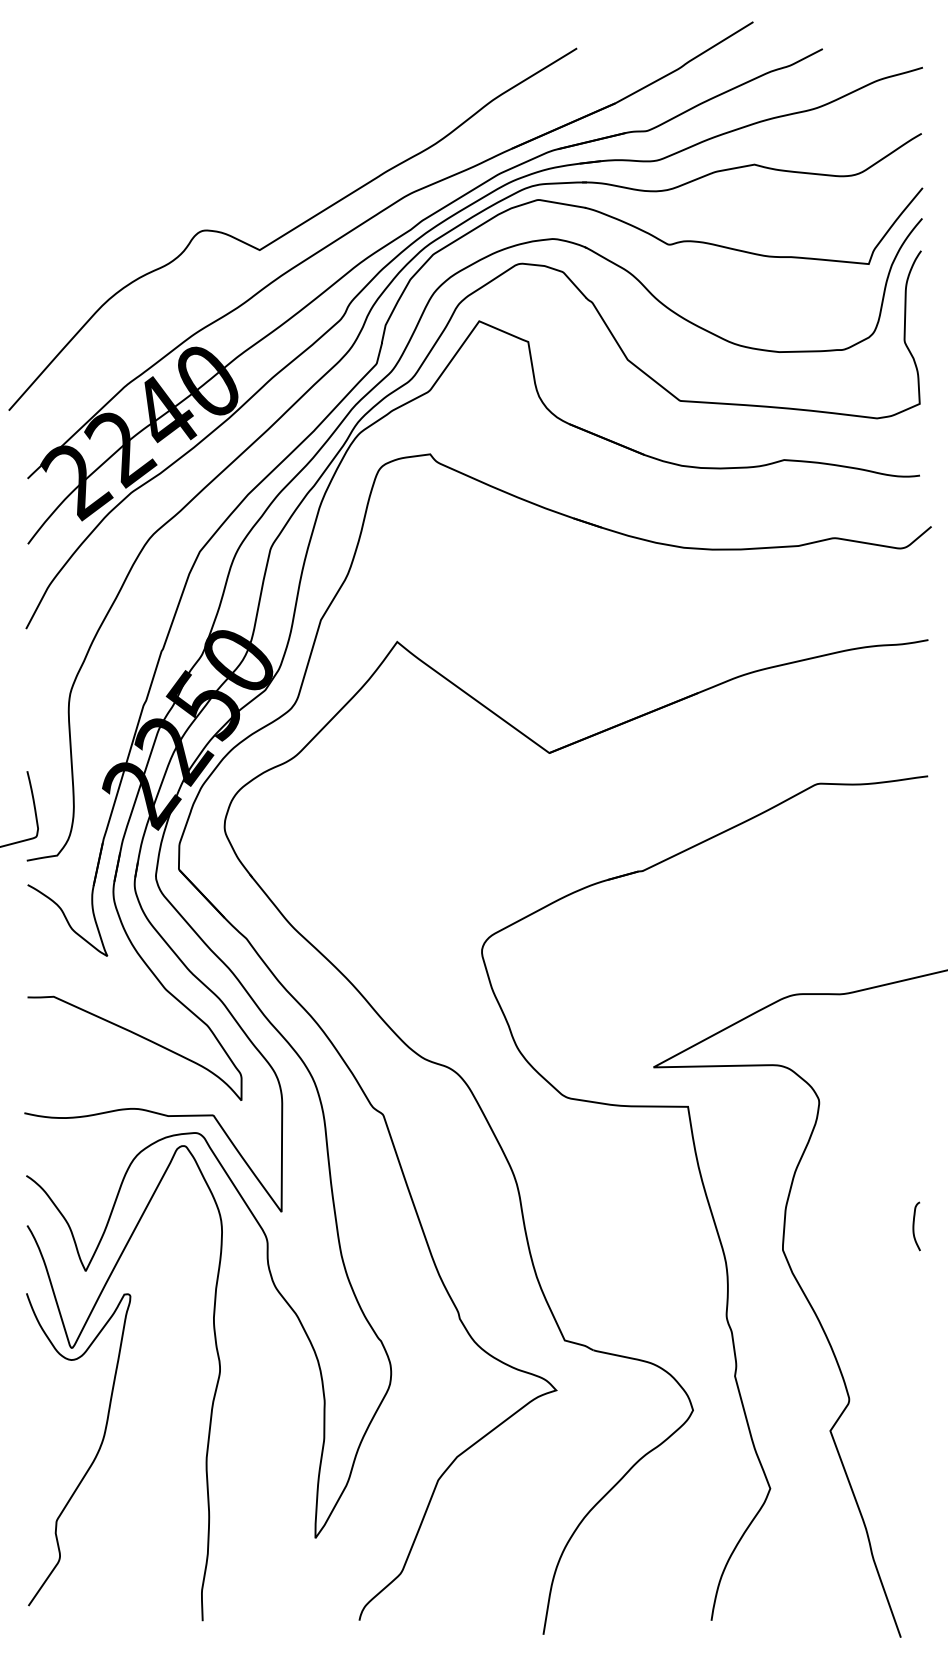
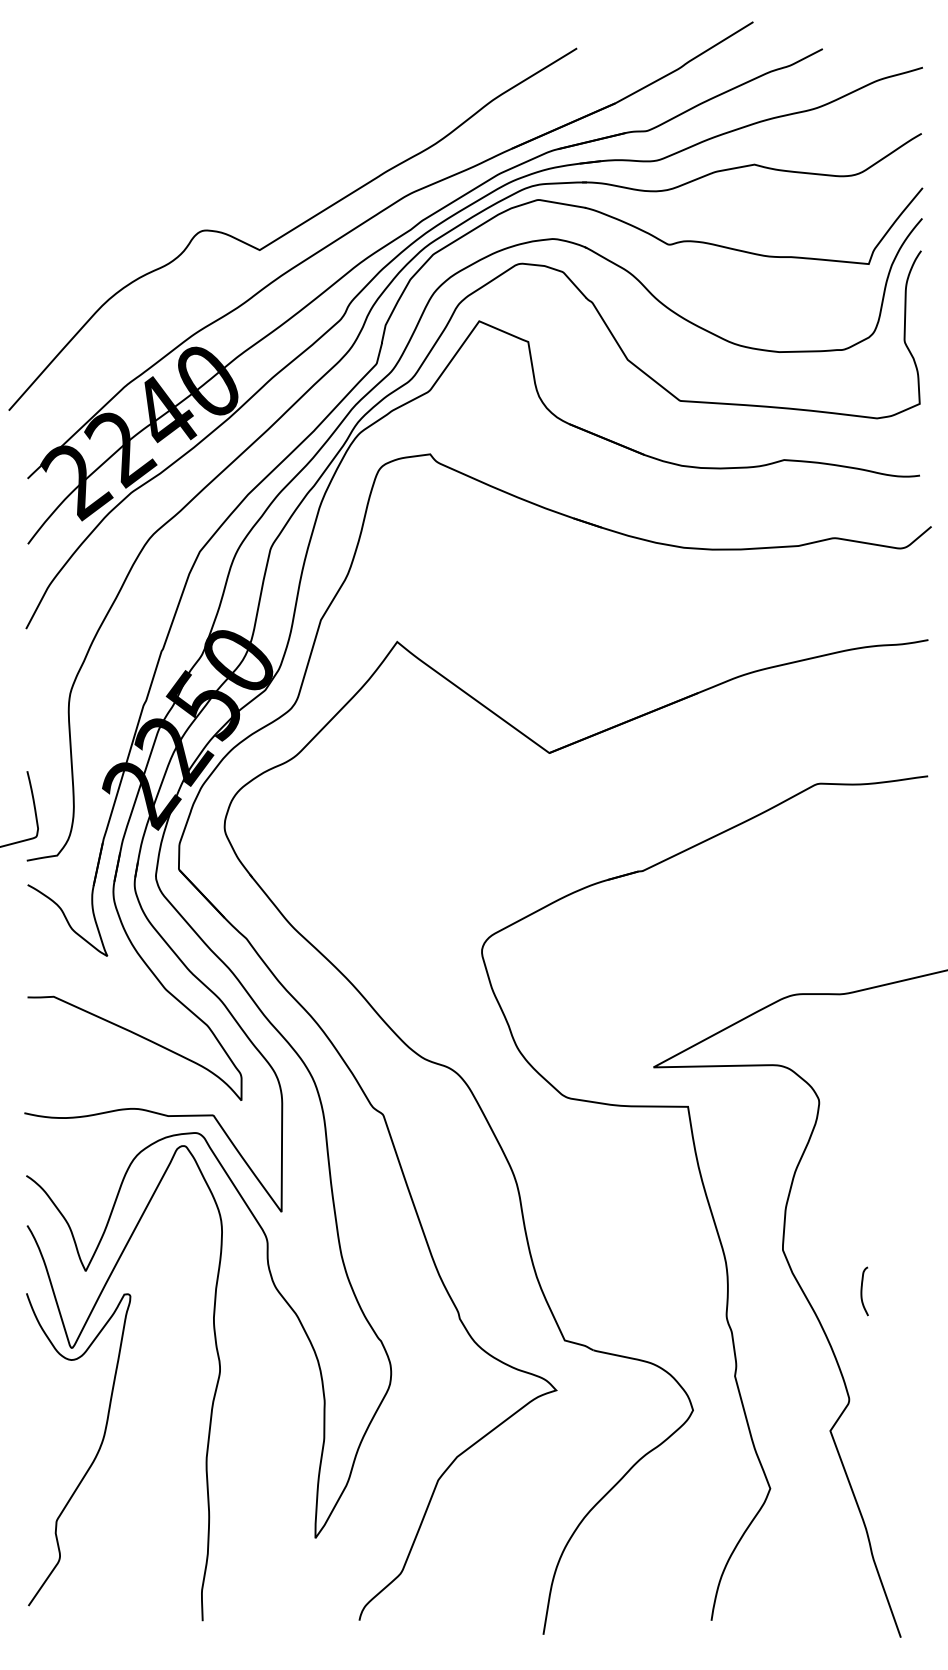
curve at (914, 1226) position: (914, 1226) -> (862, 1291)
